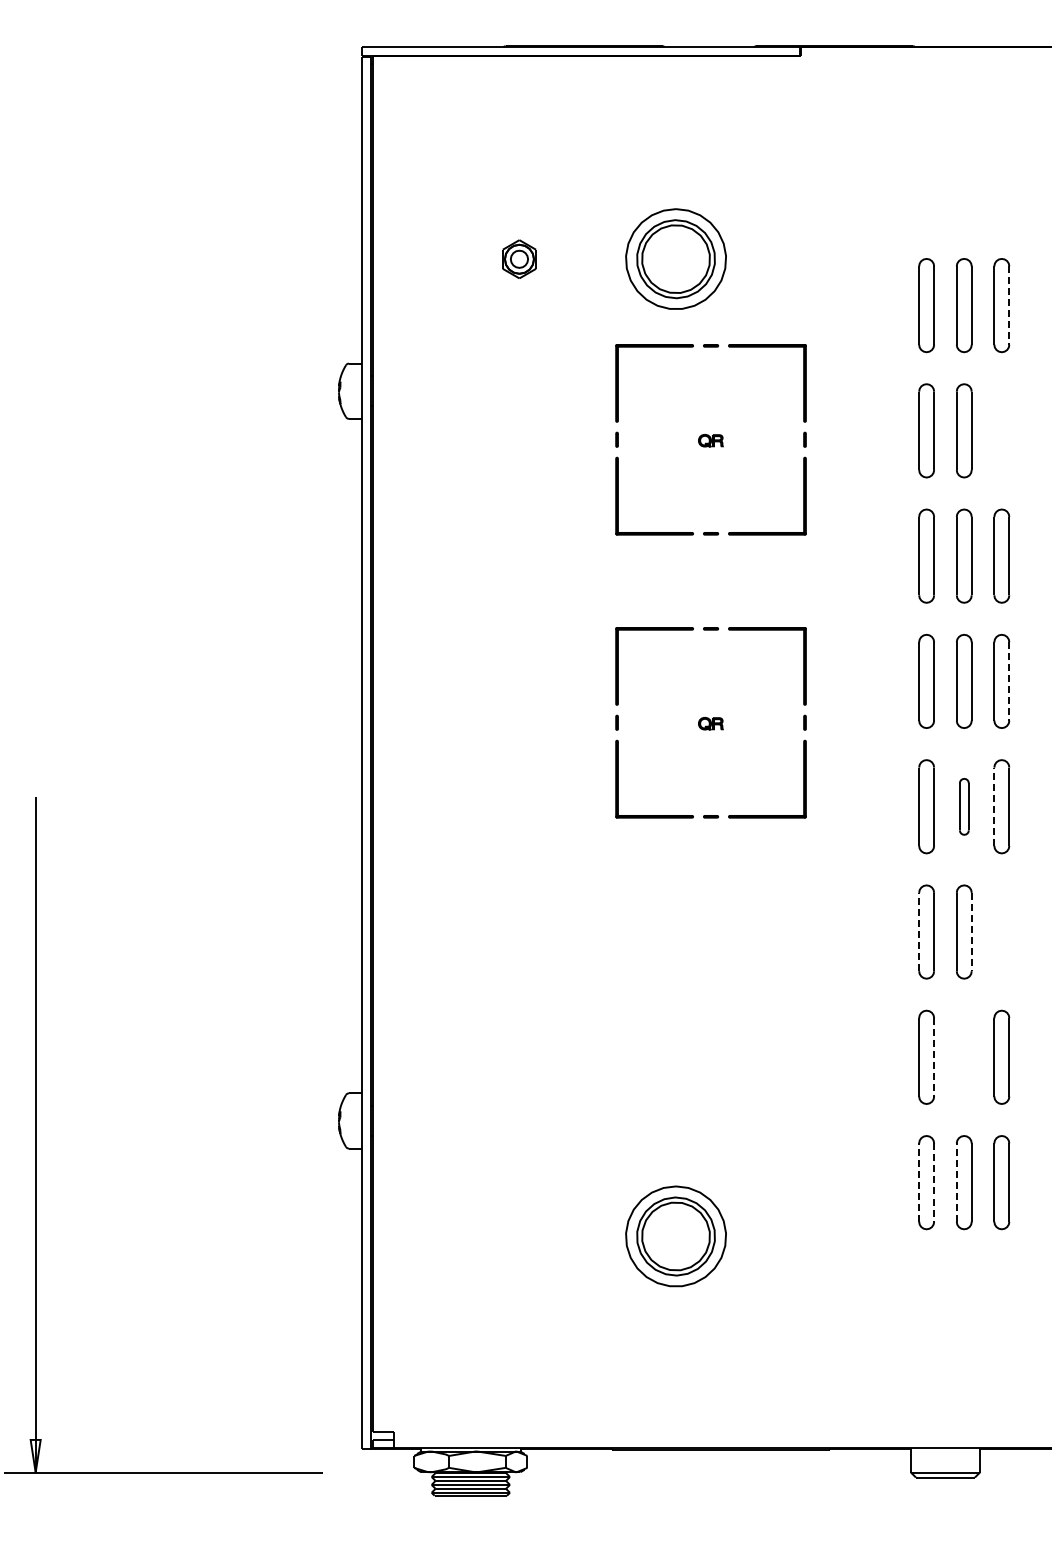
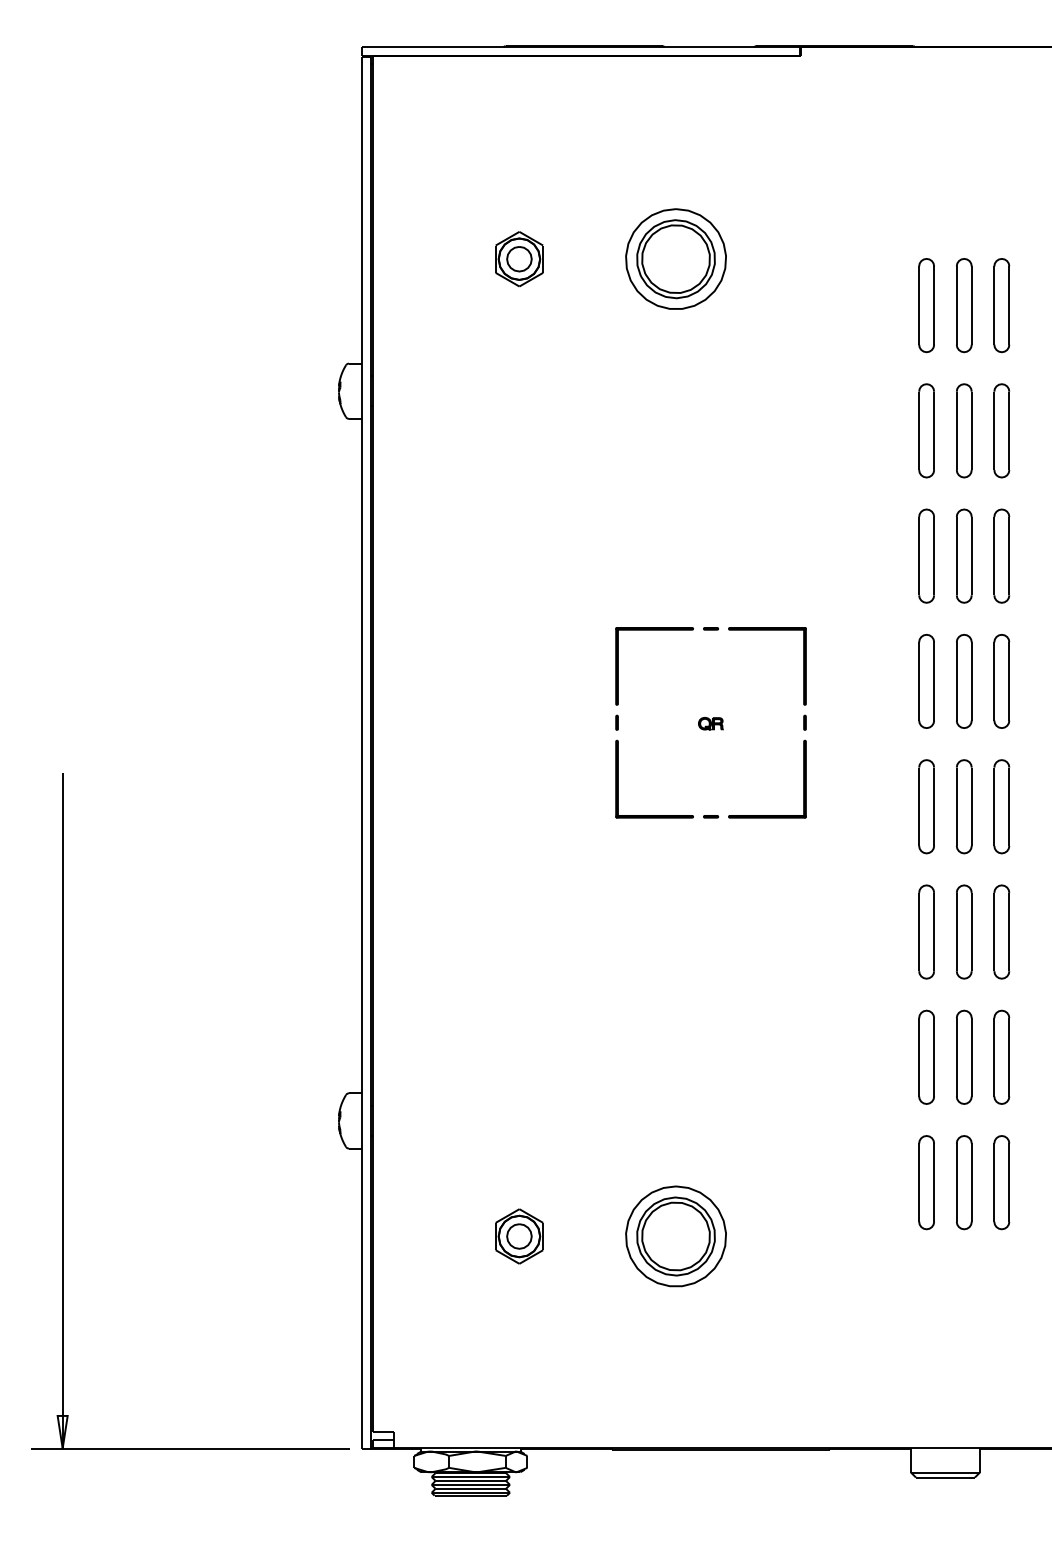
part at (519, 258) size: 35x40 px -> 49x57 px
line at (1009, 306): dashed -> solid
part at (1001, 430): none -> present
part at (710, 439): present -> none
line at (1009, 681): dashed -> solid
part at (964, 806) size: 11x58 px -> 17x96 px
line at (994, 806): dashed -> solid
line at (919, 931): dashed -> solid
part at (1001, 931): none -> present
line at (971, 932): dashed -> solid
part at (964, 1056): none -> present
line at (934, 1057): dashed -> solid
part at (36, 1135) position: (36, 1135) -> (63, 1111)
line at (919, 1182): dashed -> solid
line at (956, 1182): dashed -> solid
line at (934, 1183): dashed -> solid
part at (519, 1236): none -> present
